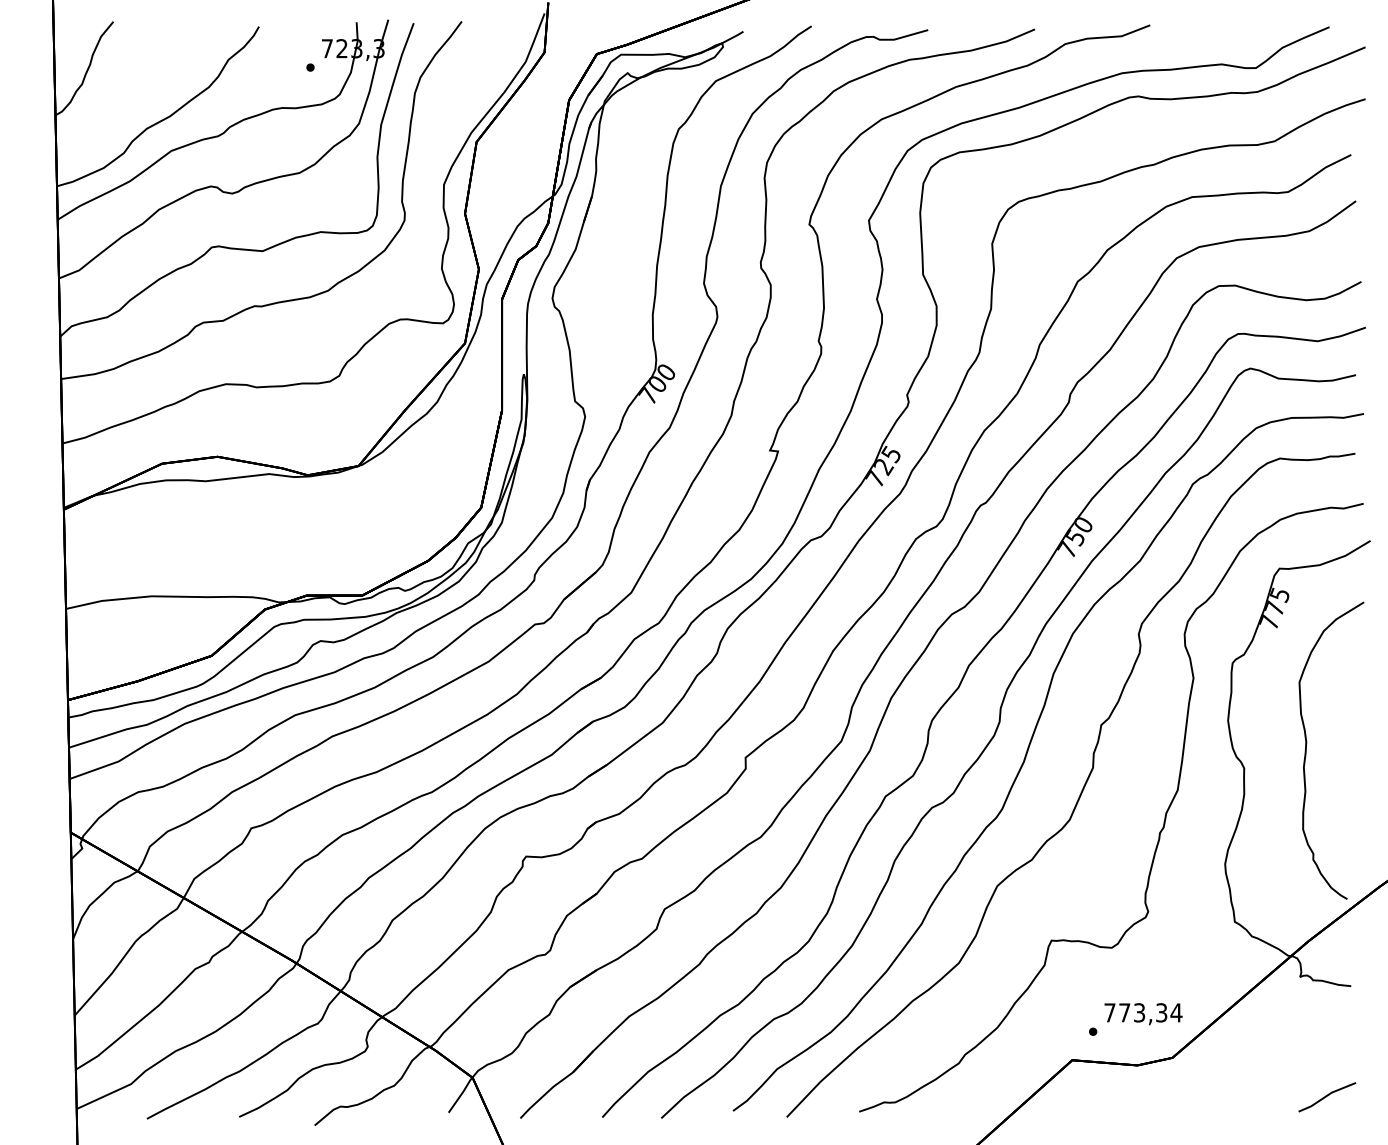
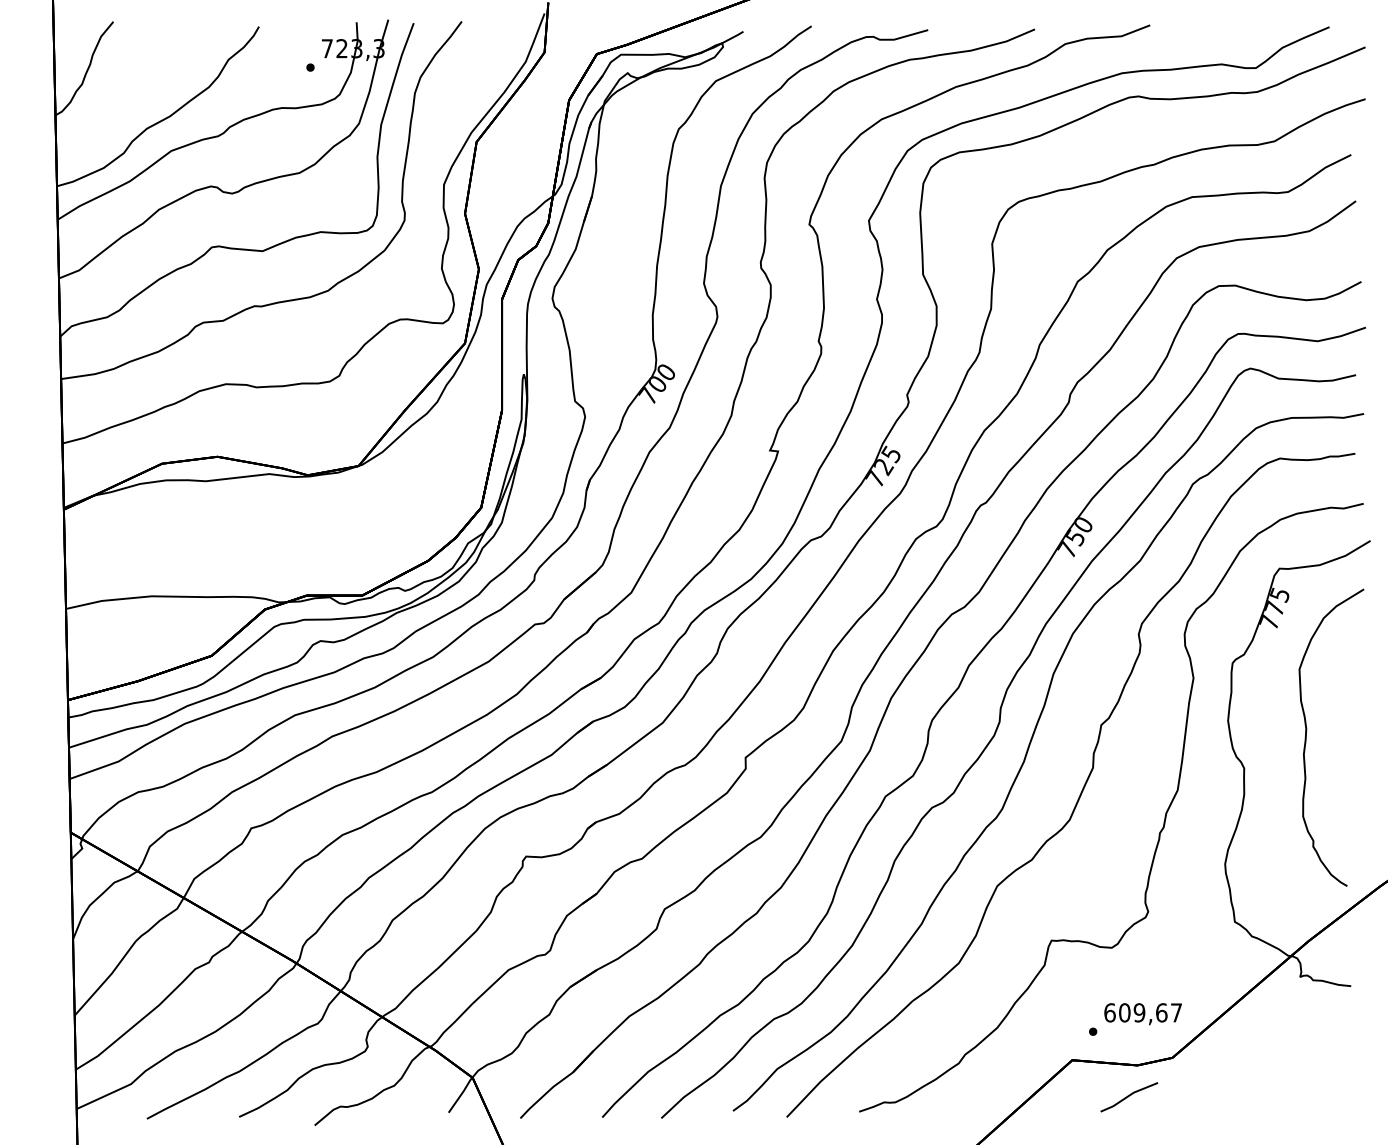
curve at (1307, 743) position: (1307, 743) -> (1307, 730)
text at (1143, 1012): 773,34 -> 609,67
line at (1327, 1096) position: (1327, 1096) -> (1129, 1096)
